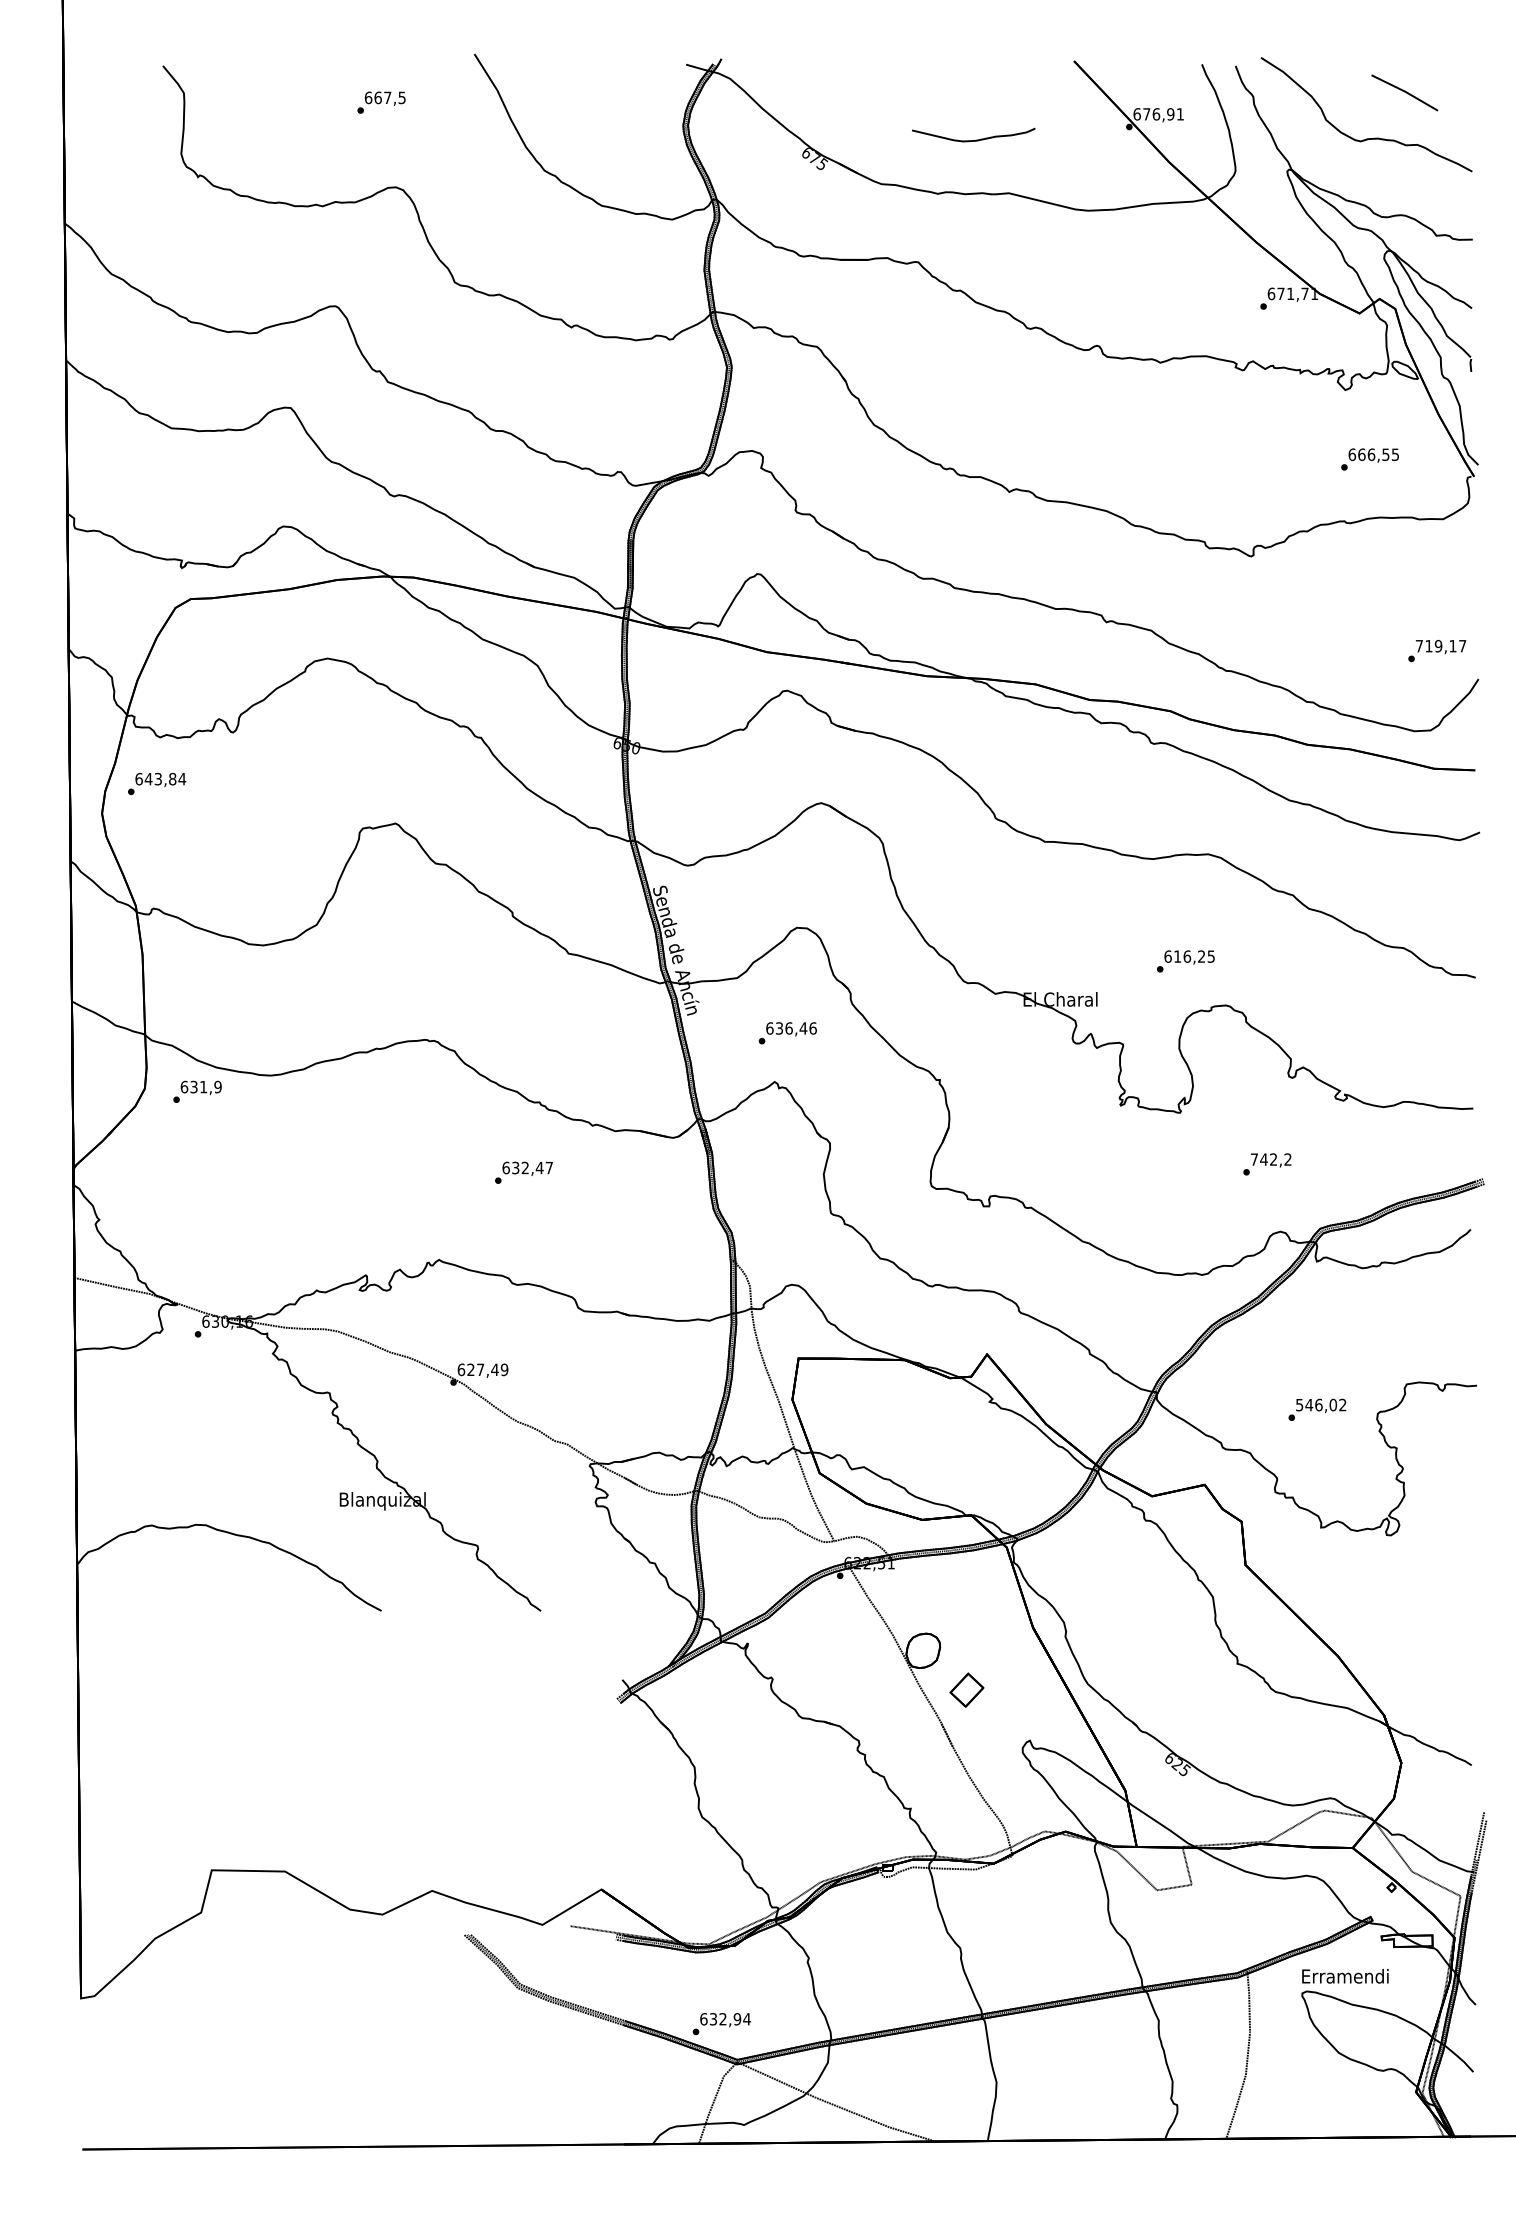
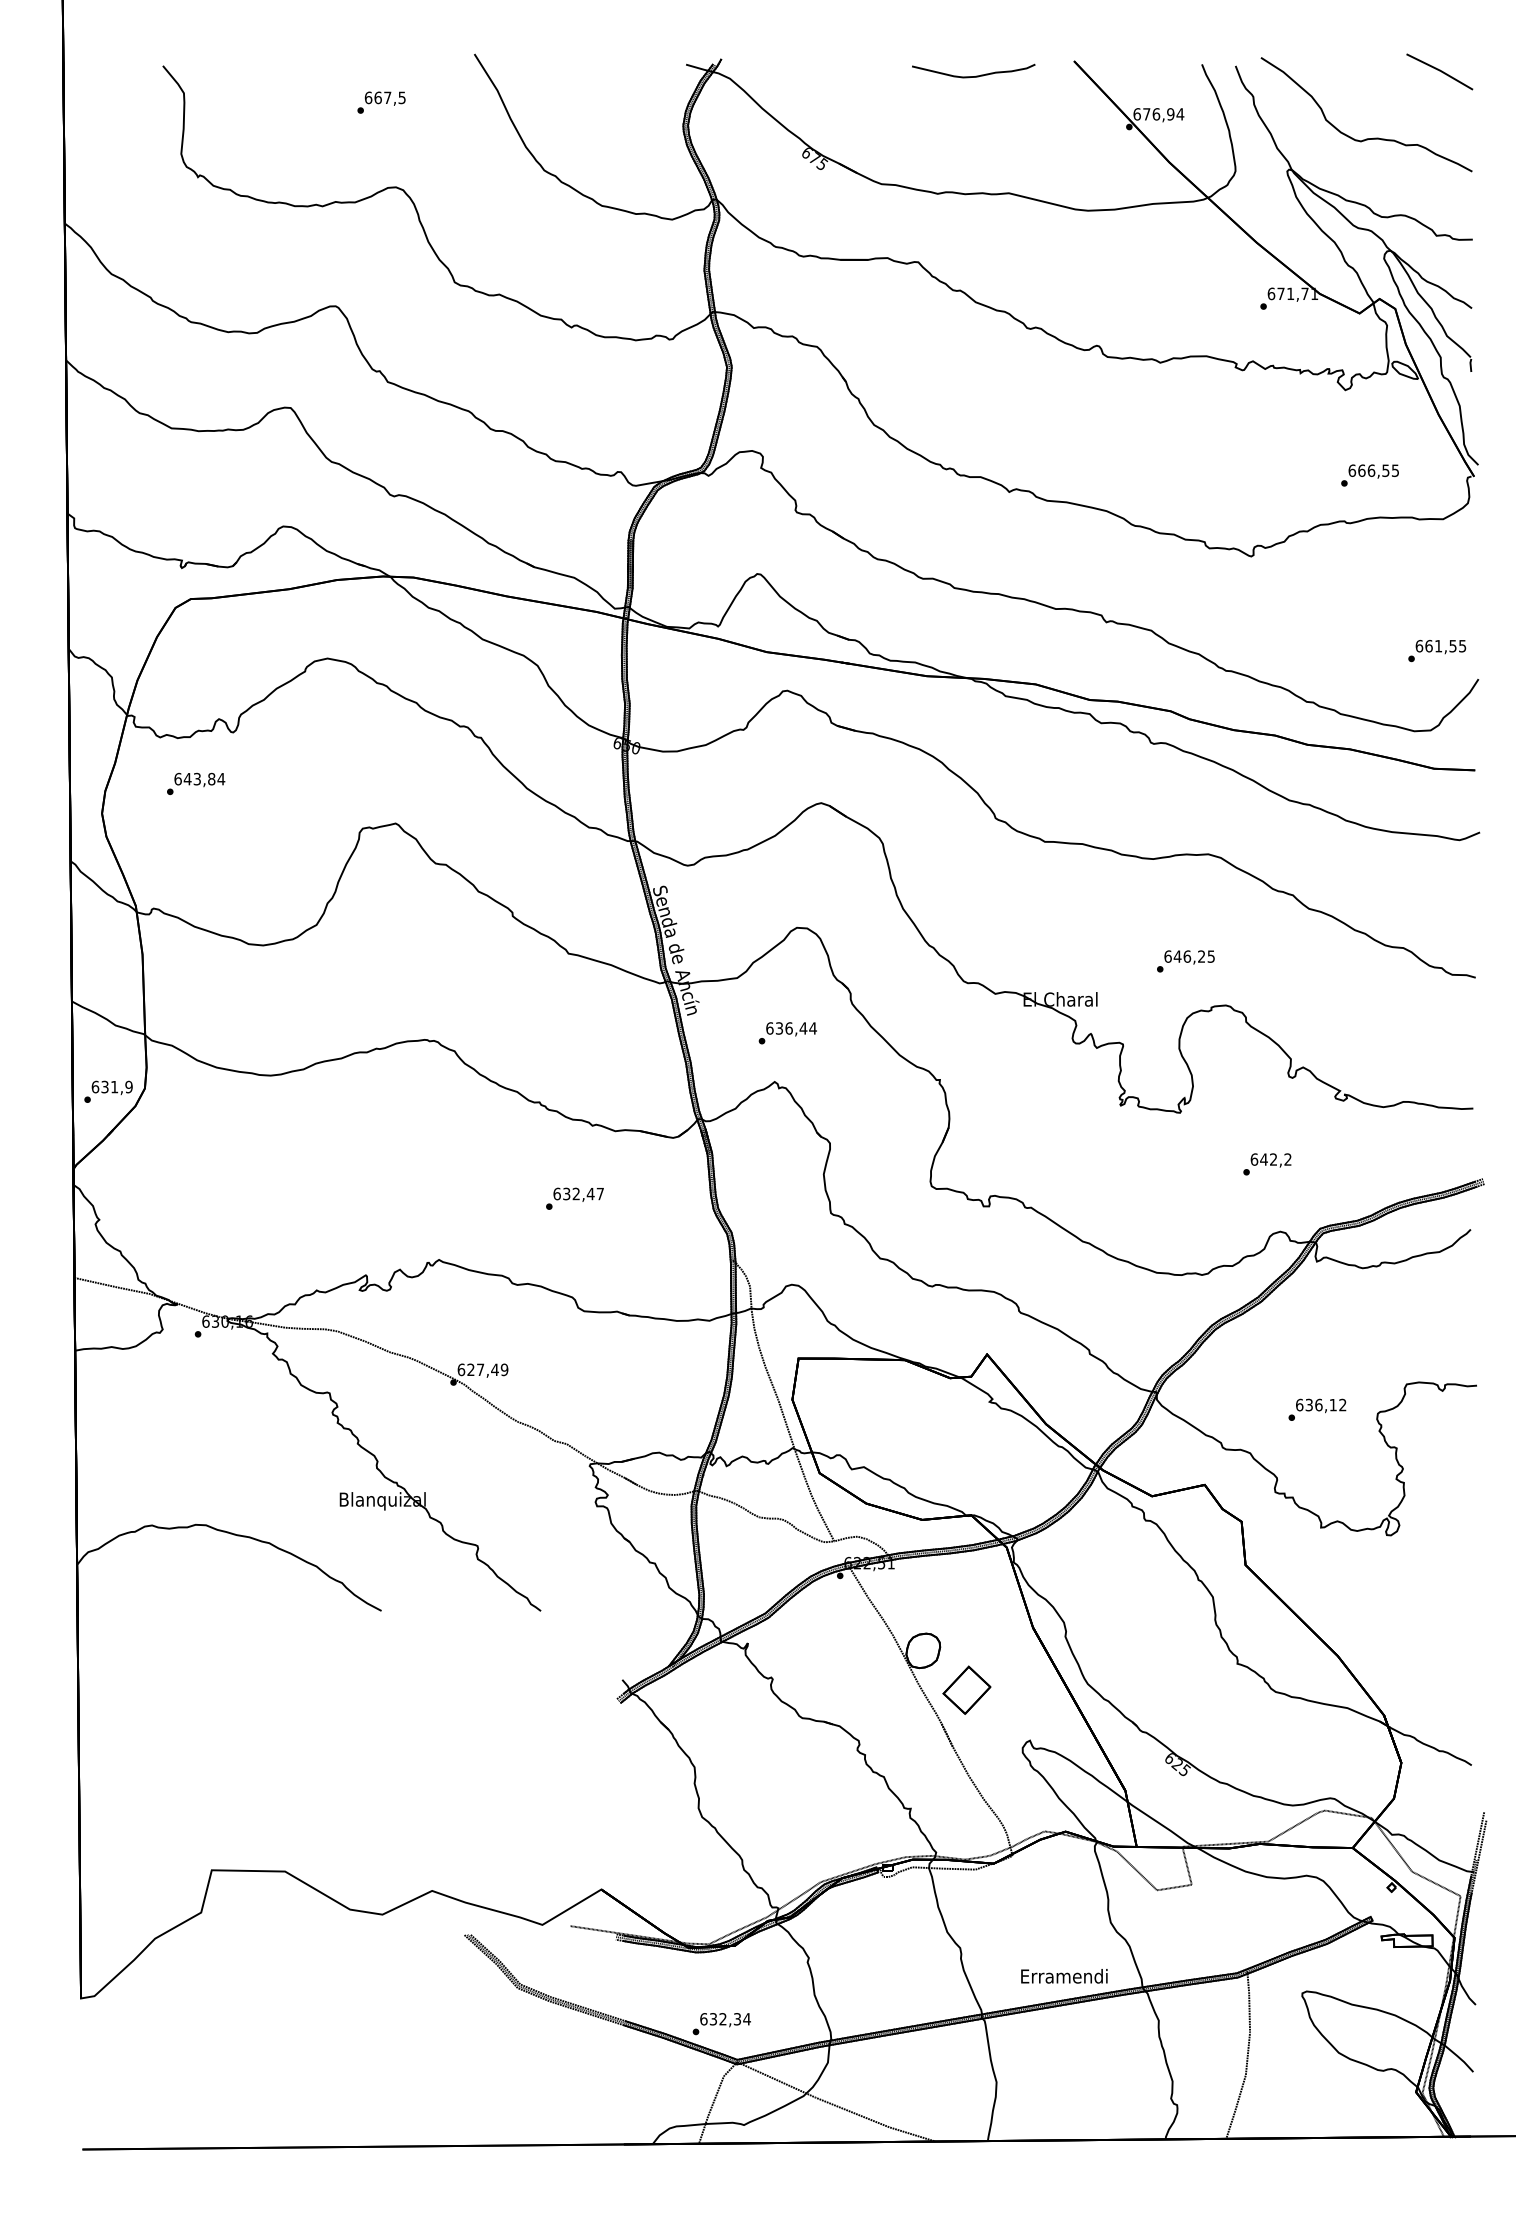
line at (1404, 92) position: (1404, 92) -> (1439, 71)
text at (1180, 114): 676,91 -> 676,94
curve at (976, 139) position: (976, 139) -> (976, 75)
text at (1369, 459) position: (1369, 459) -> (1369, 475)
text at (1440, 645): 719,17 -> 661,55
text at (157, 783) position: (157, 783) -> (196, 783)
text at (1177, 956): 616,25 -> 646,25
text at (812, 1028): 636,46 -> 636,44
text at (197, 1091) position: (197, 1091) -> (108, 1091)
text at (1254, 1159): 742,2 -> 642,2
text at (523, 1172) position: (523, 1172) -> (574, 1198)
text at (1316, 1404): 546,02 -> 636,12
part at (966, 1689) size: 36x36 px -> 50x50 px
text at (1345, 1976) position: (1345, 1976) -> (1064, 1976)
text at (737, 2019): 632,94 -> 632,34
